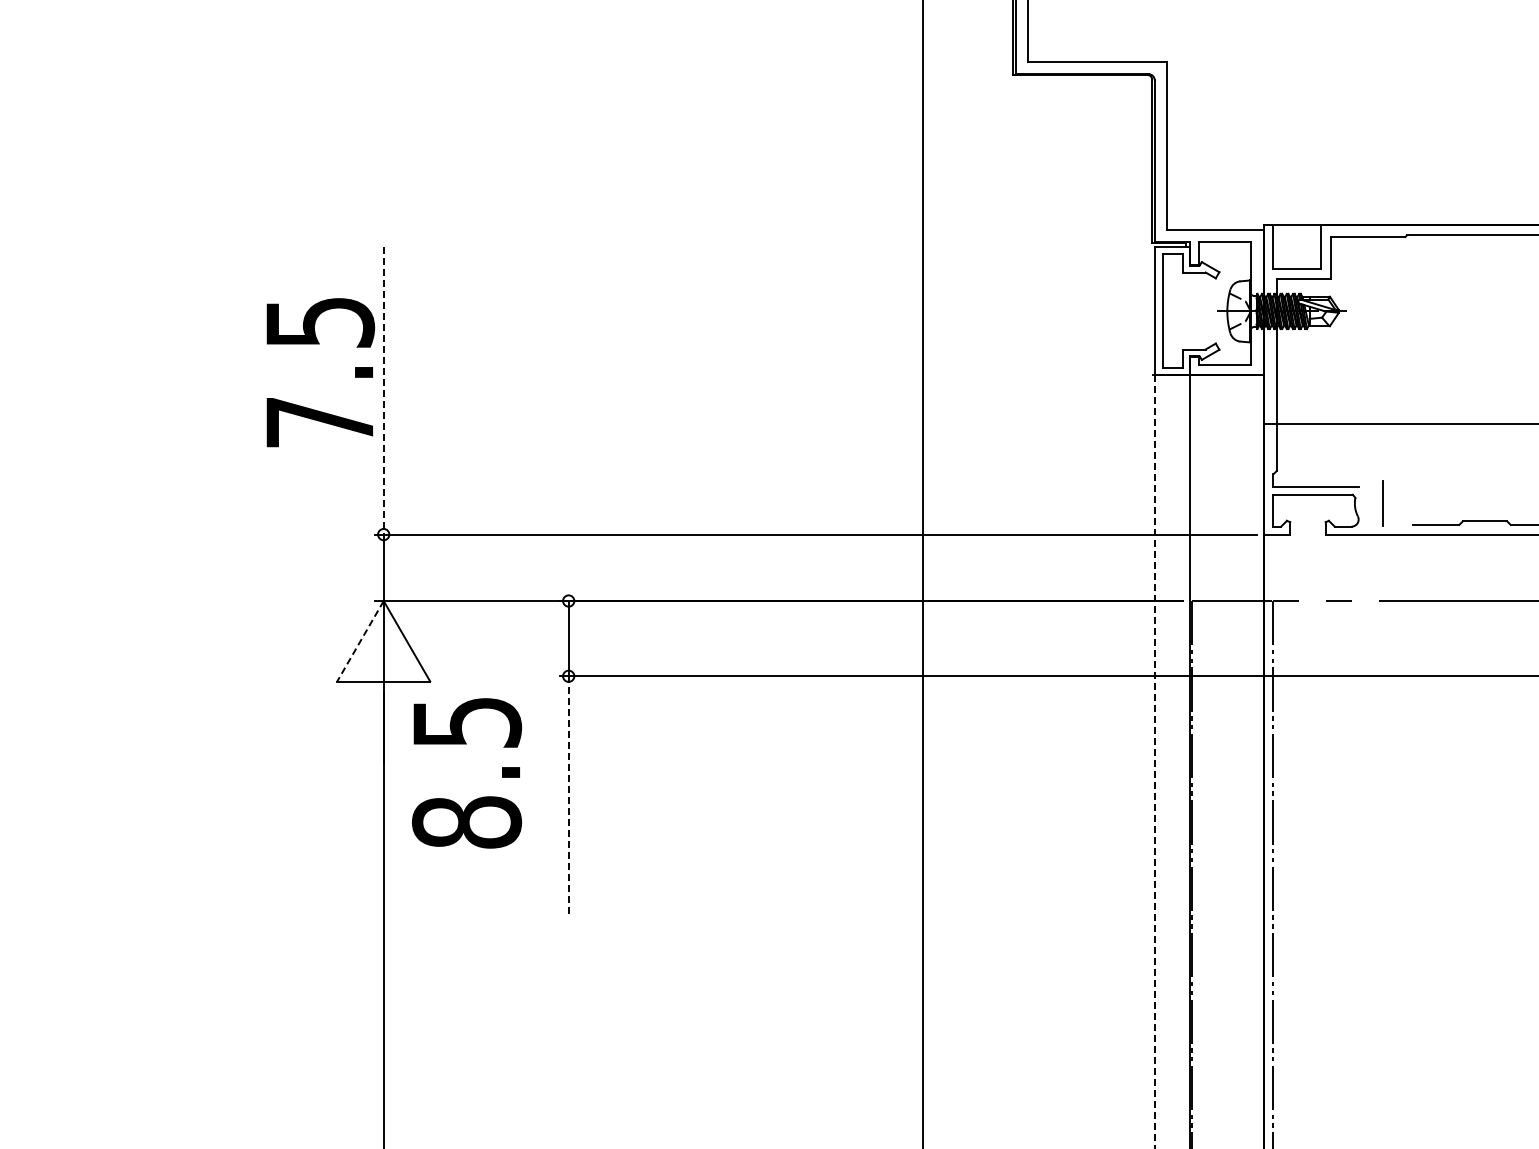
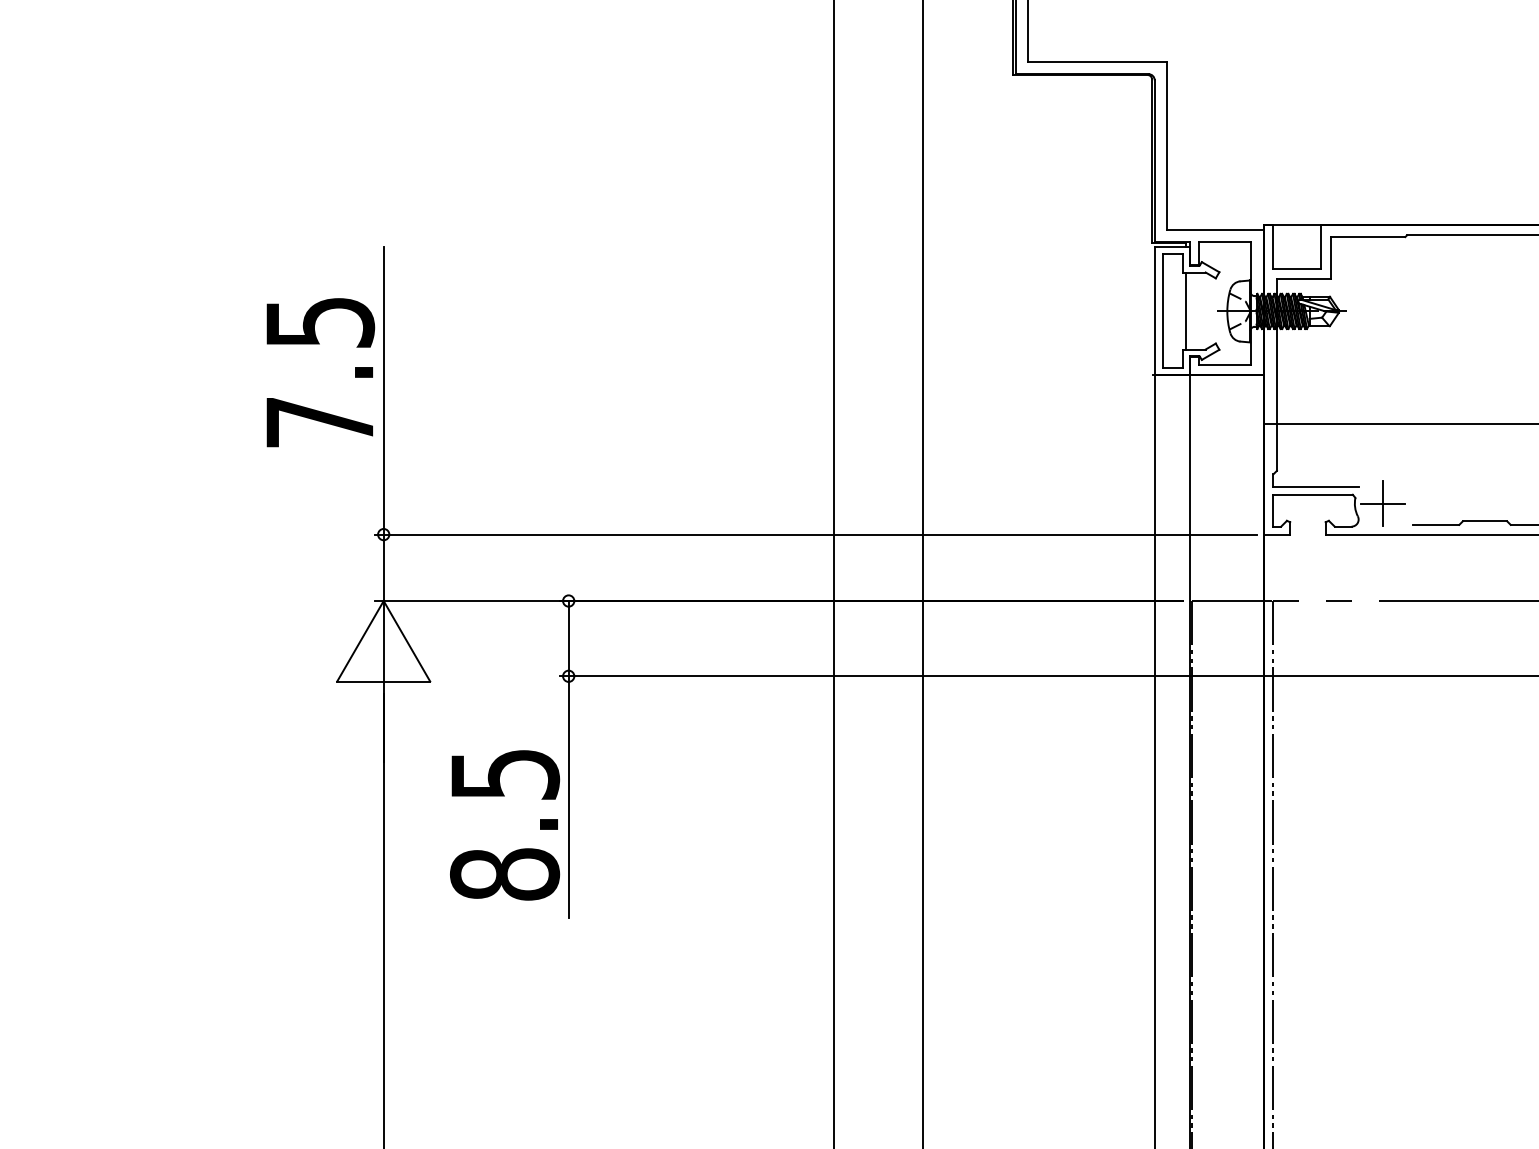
line at (1185, 310): none -> present
line at (383, 390): dashed -> solid
line at (1383, 503): none -> present
line at (834, 573): none -> present
line at (360, 641): dashed -> solid
line at (1154, 762): dashed -> solid
text at (467, 773) position: (467, 773) -> (505, 825)
line at (568, 797): dashed -> solid
